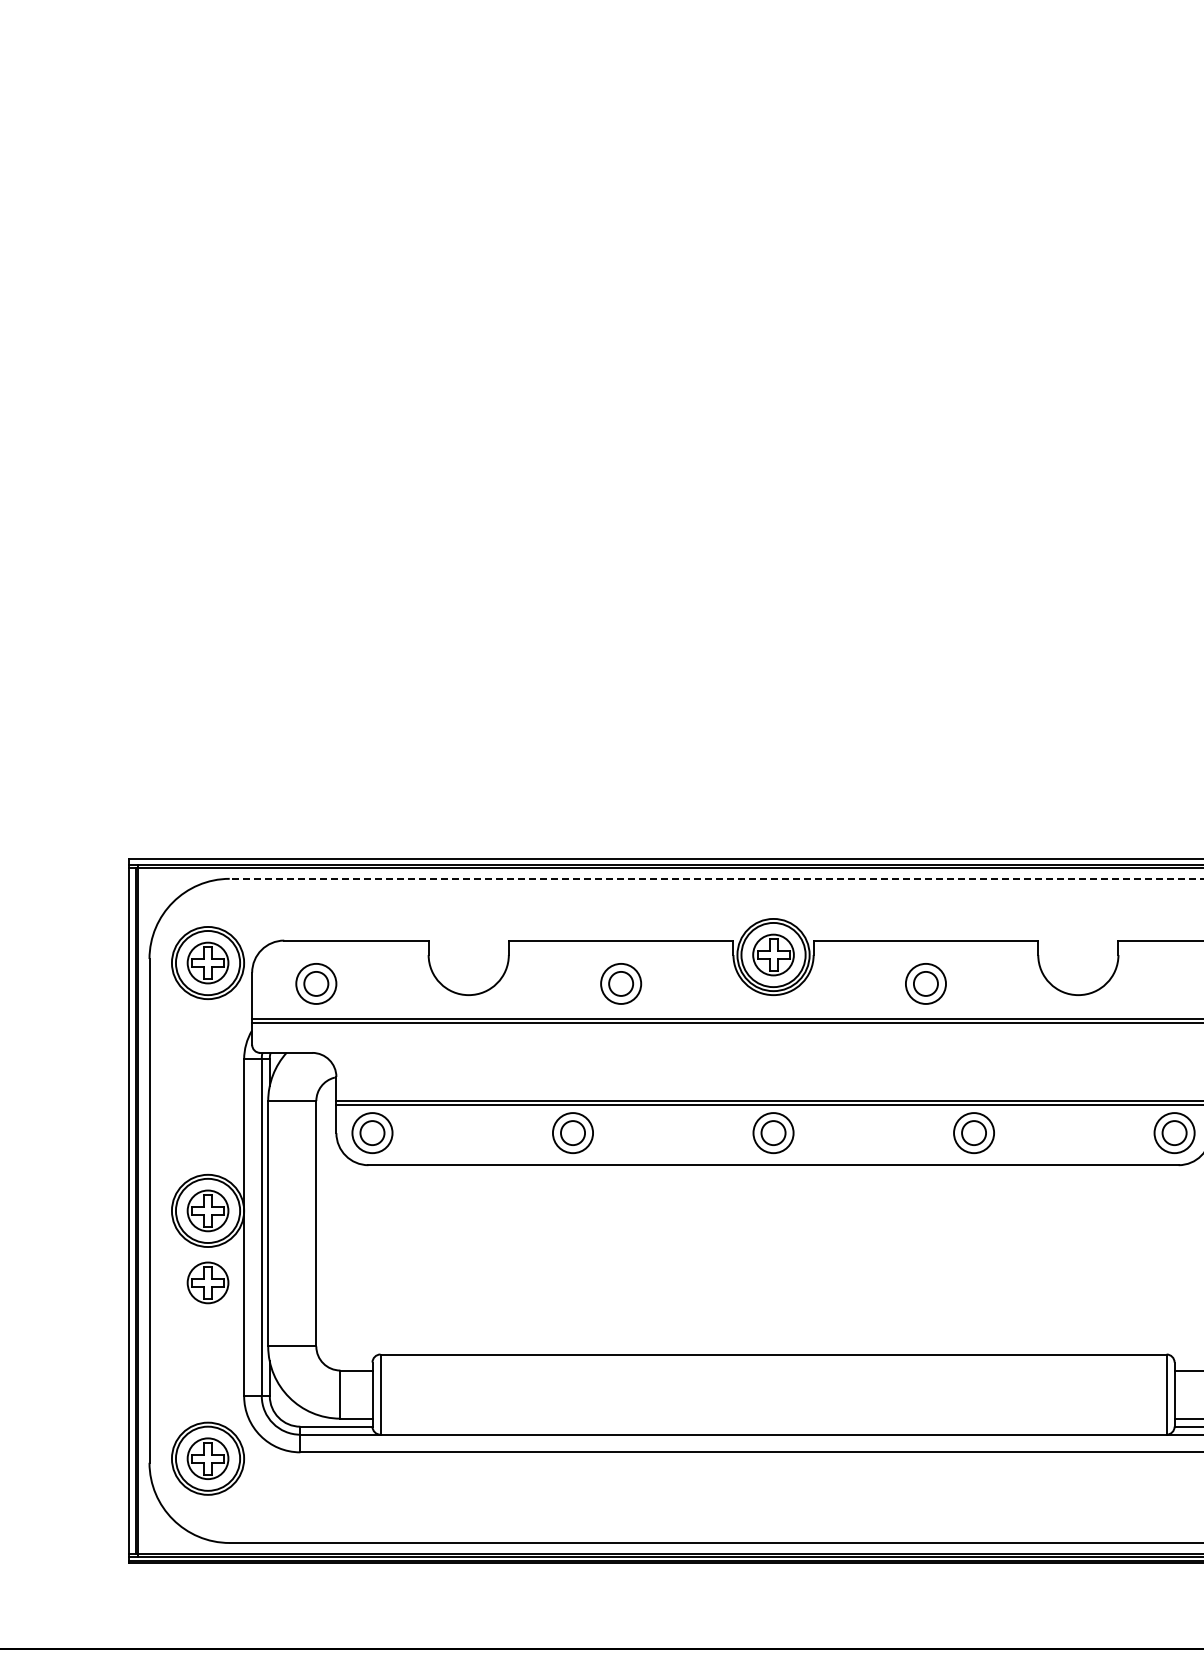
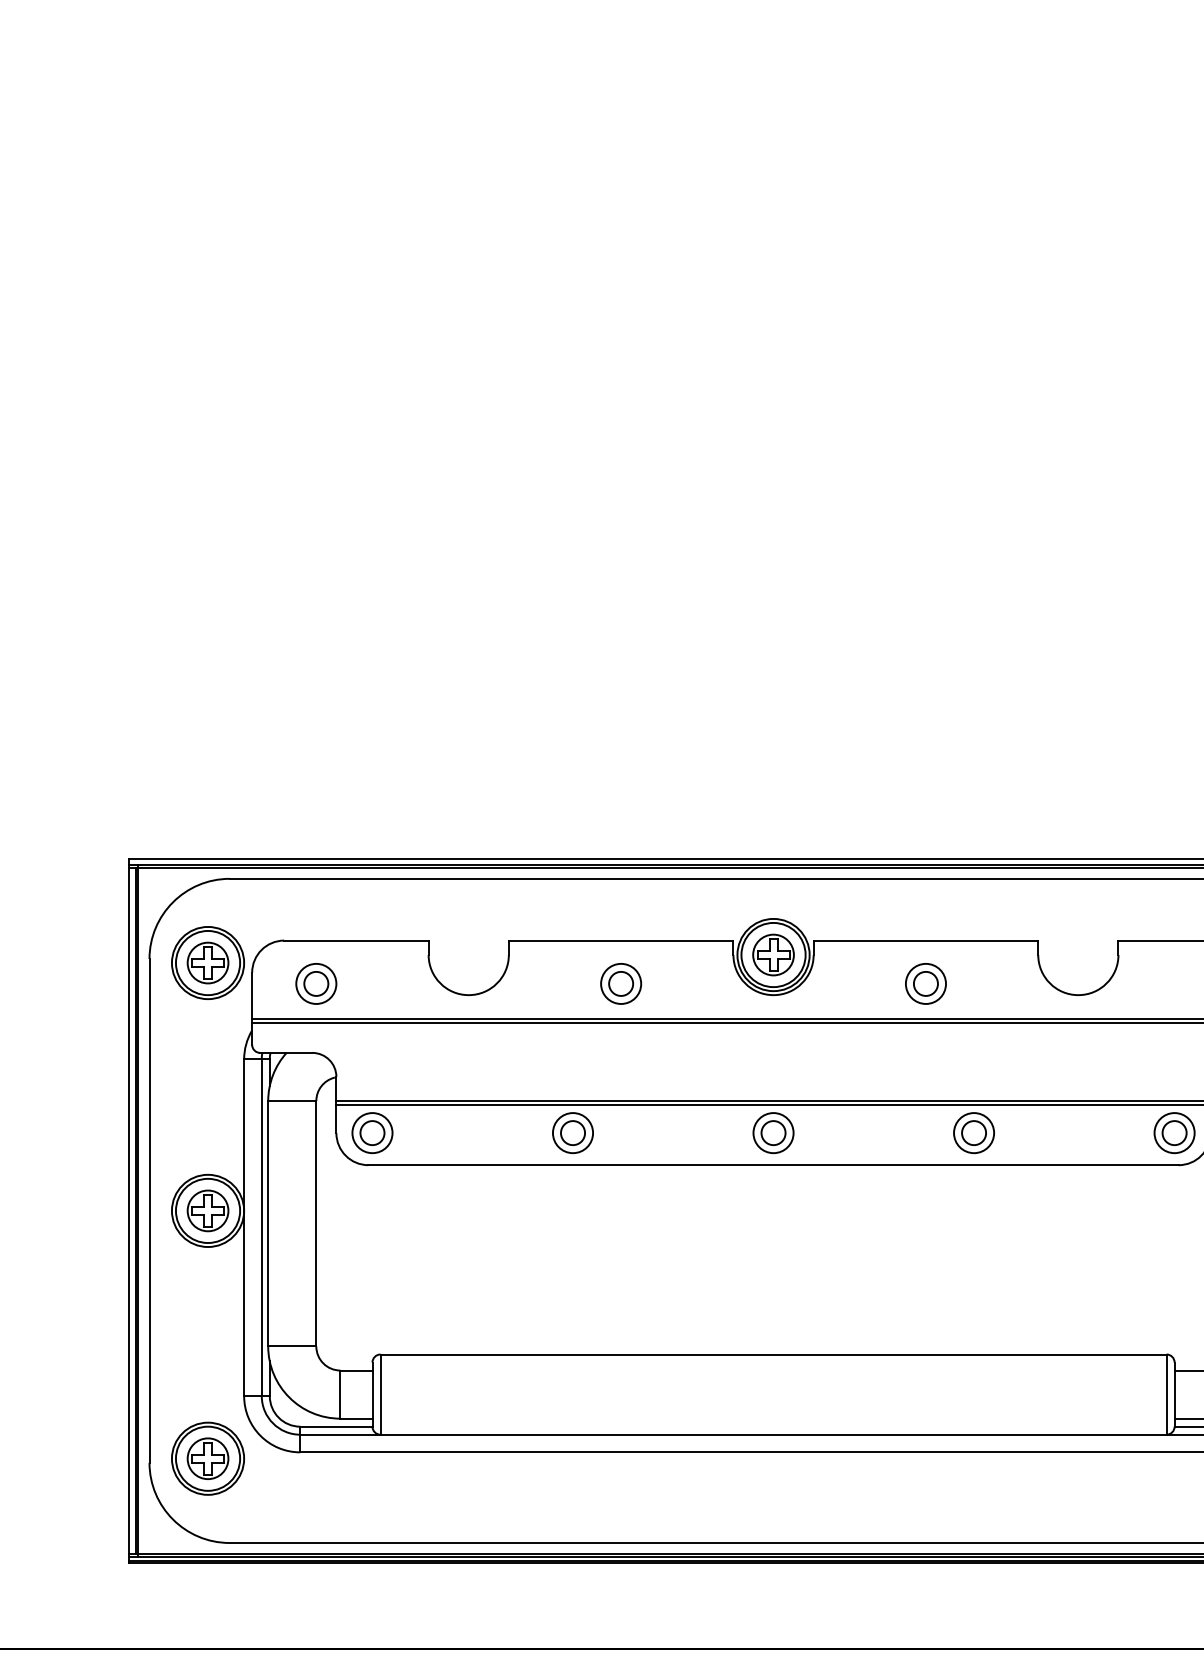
line at (716, 878): dashed -> solid
part at (207, 1282): present -> none
